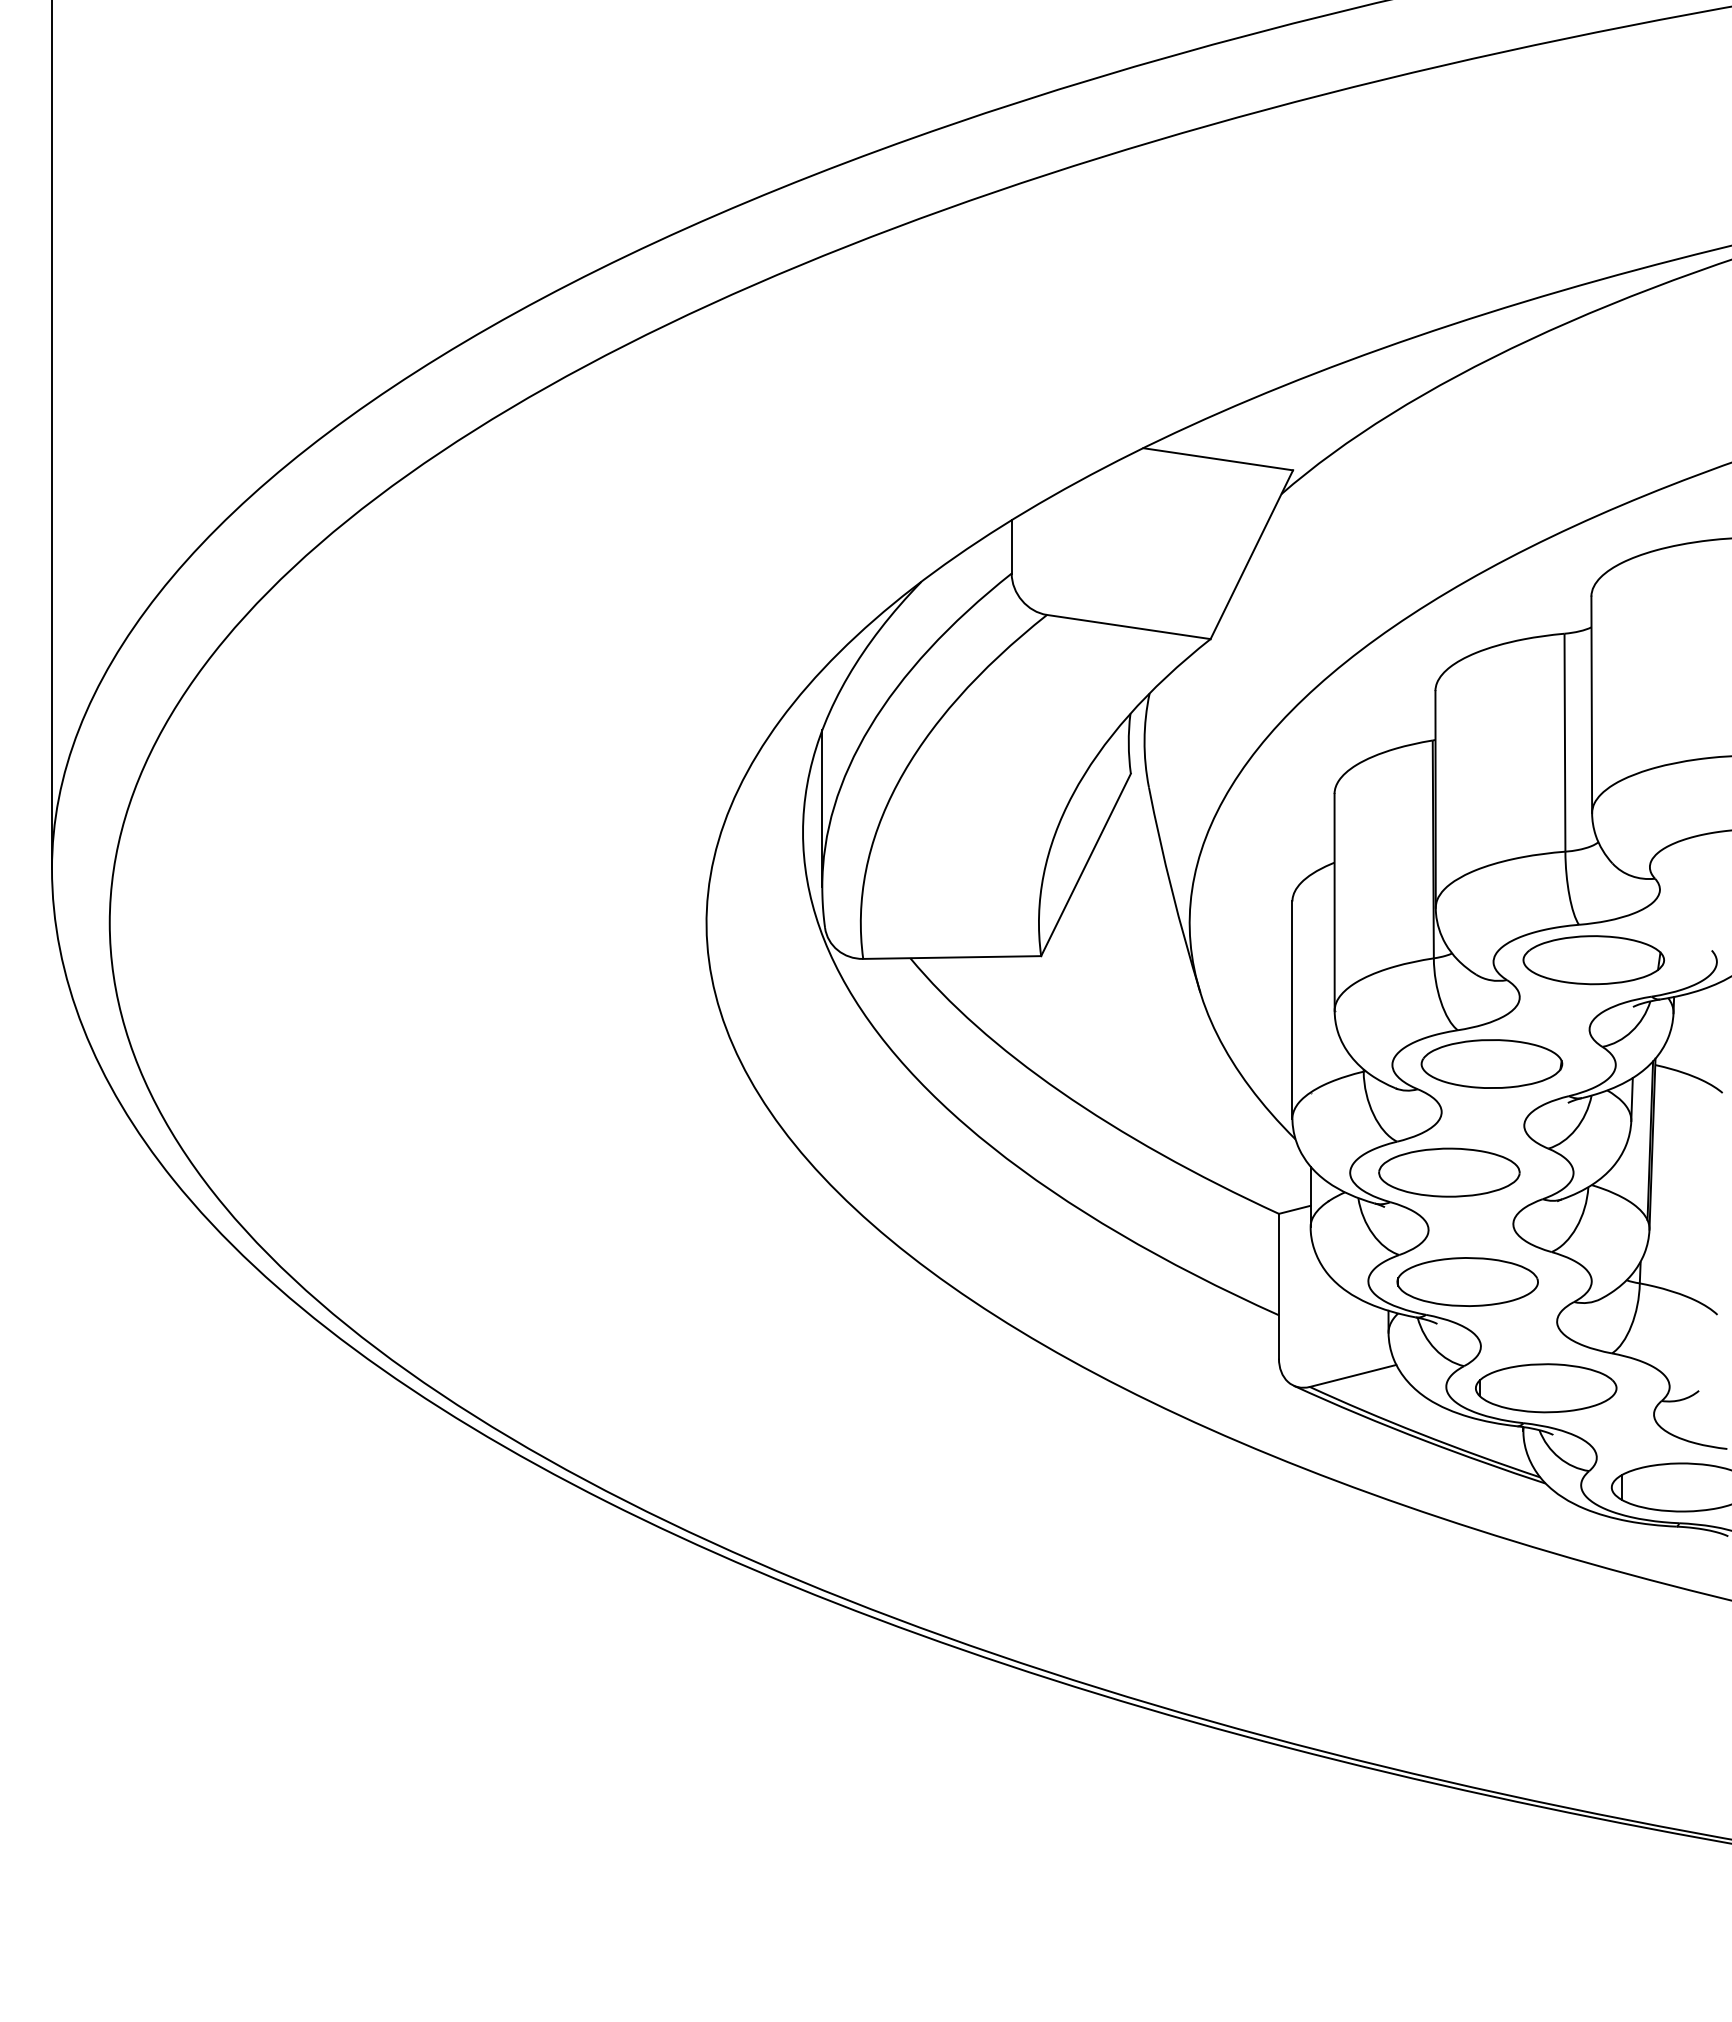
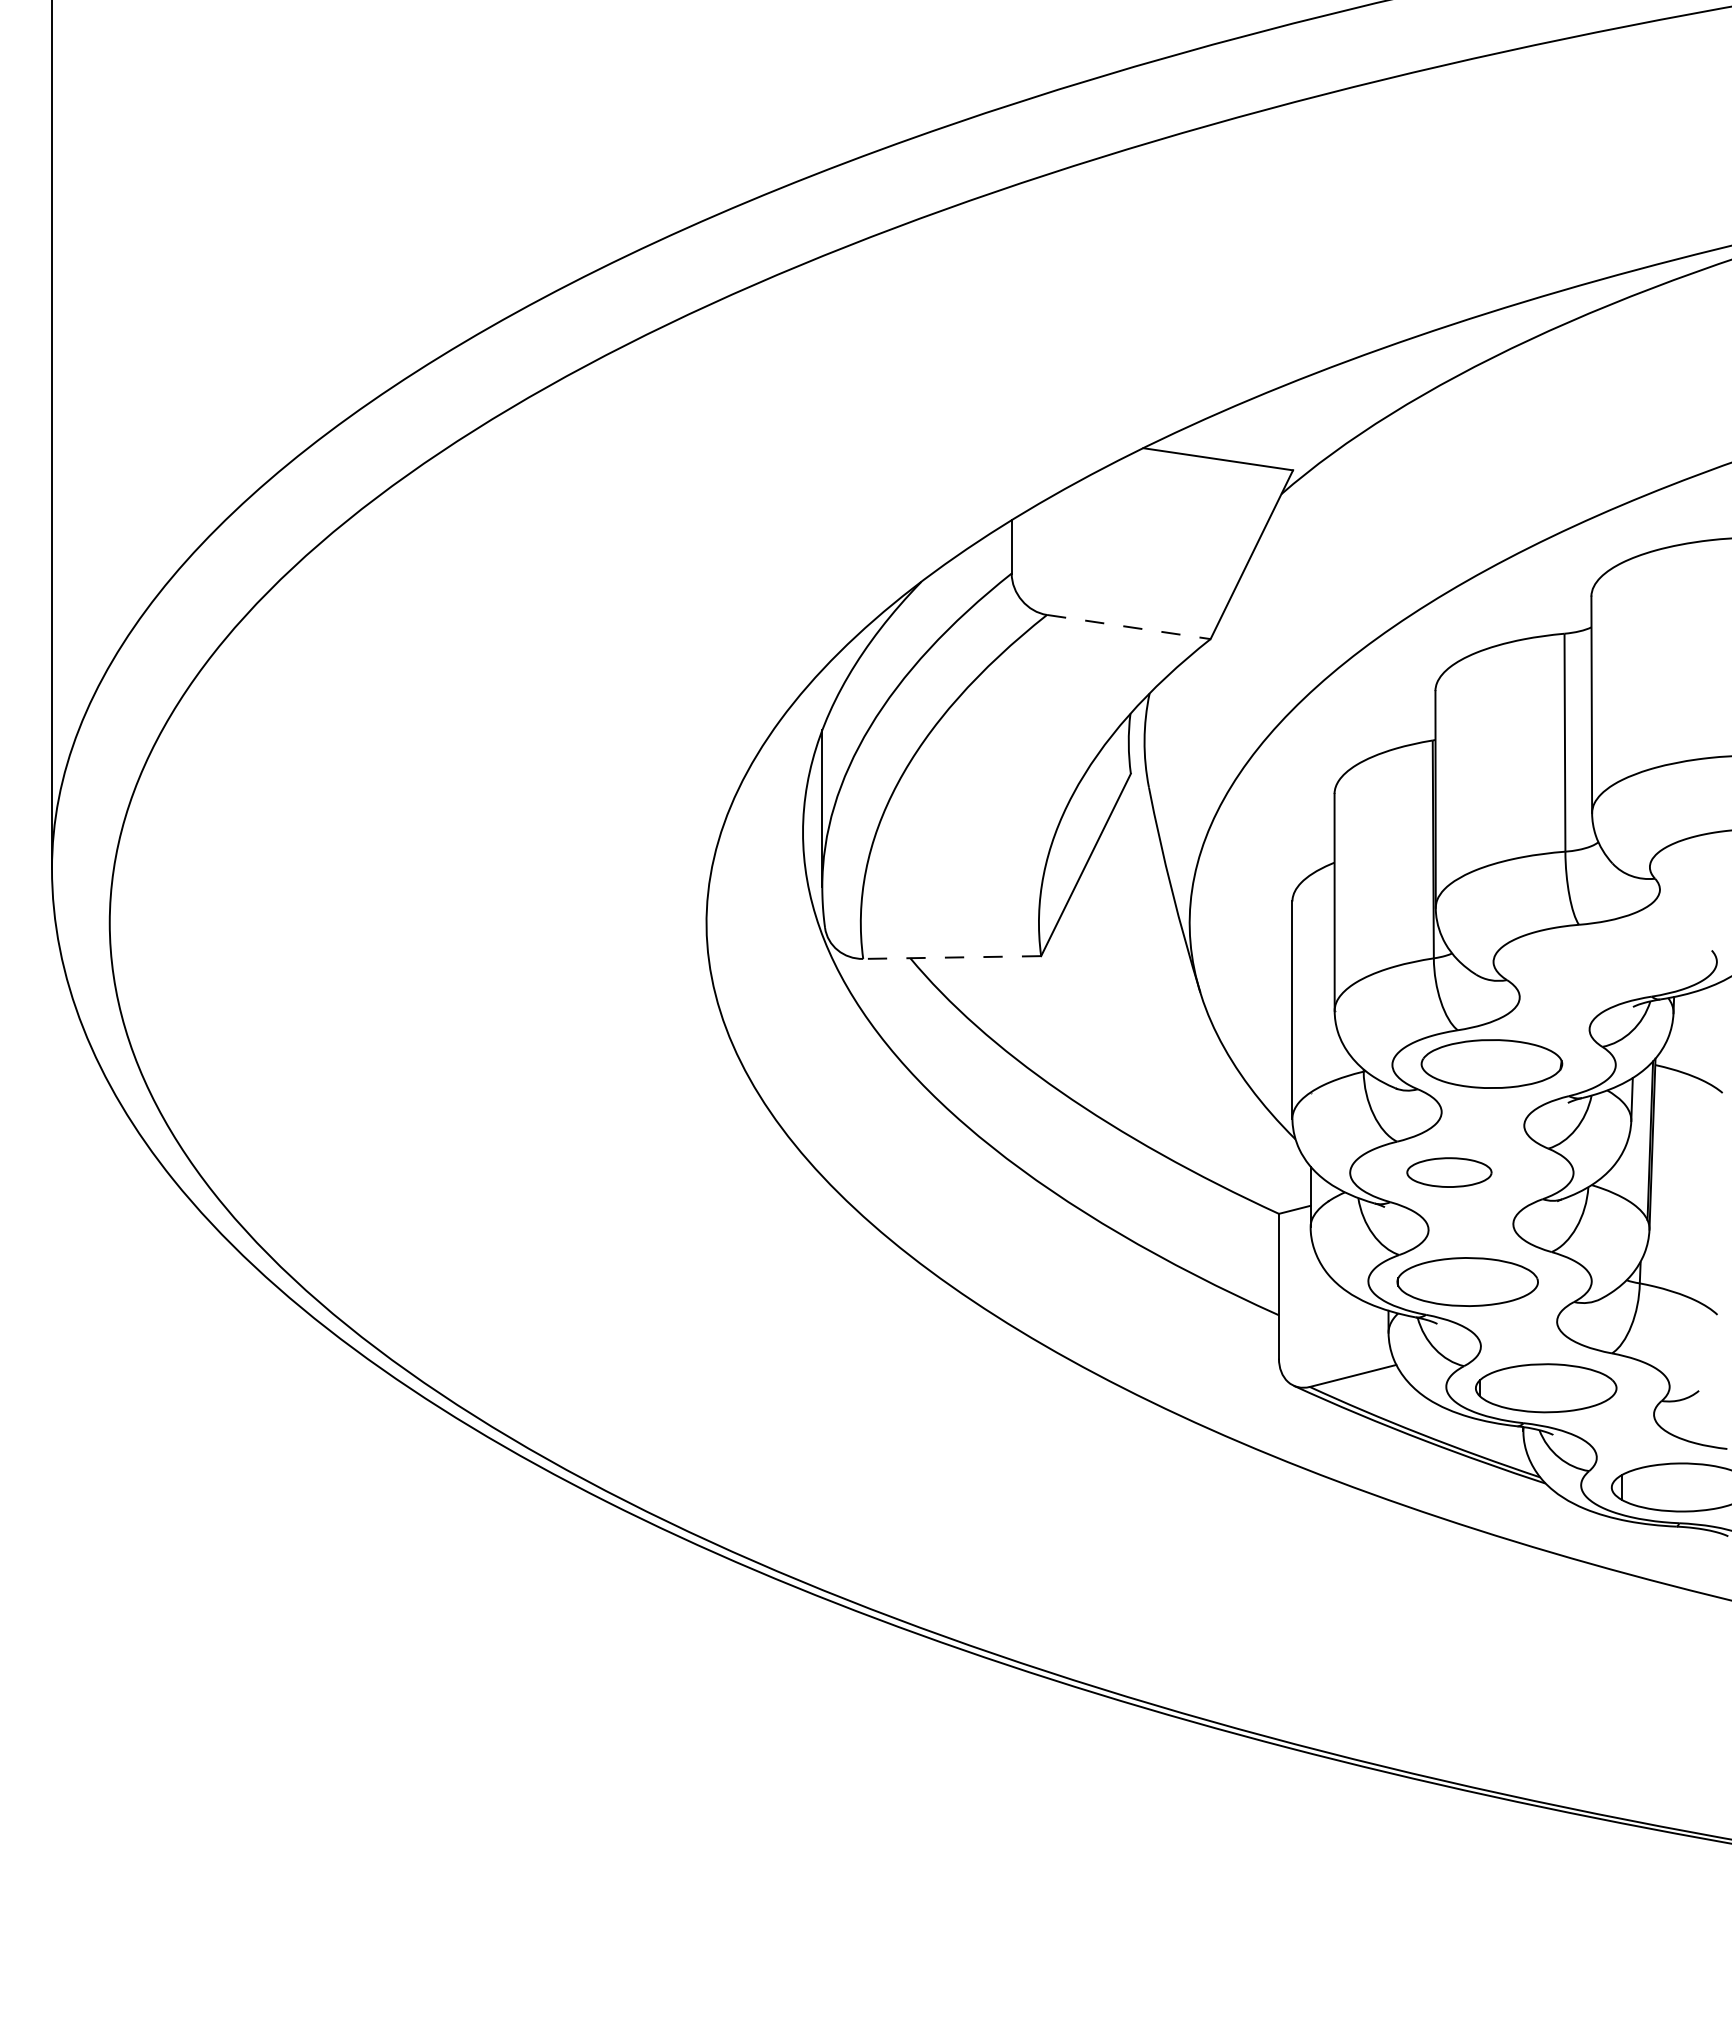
line at (1128, 627): solid -> dashed
line at (952, 957): solid -> dashed
part at (1593, 960): present -> none
part at (1449, 1172) size: 143x51 px -> 87x31 px
